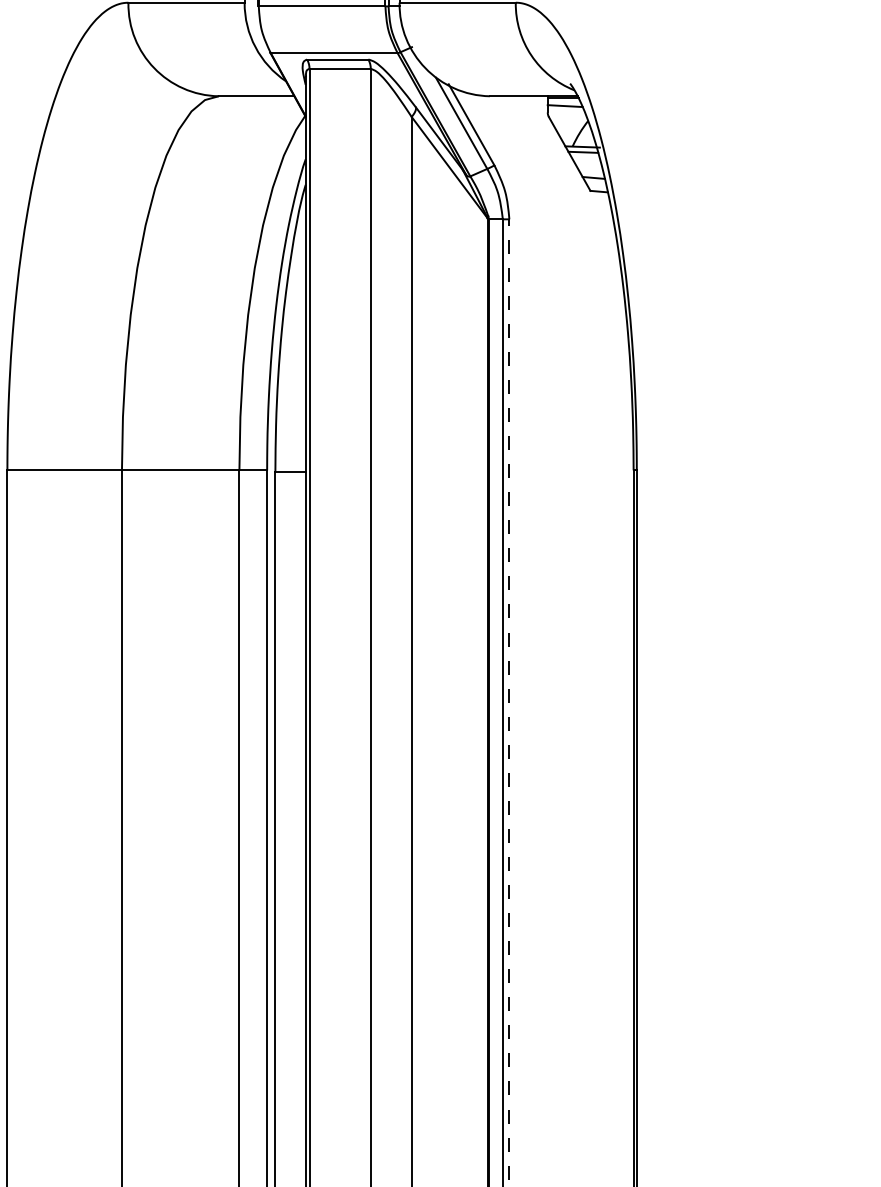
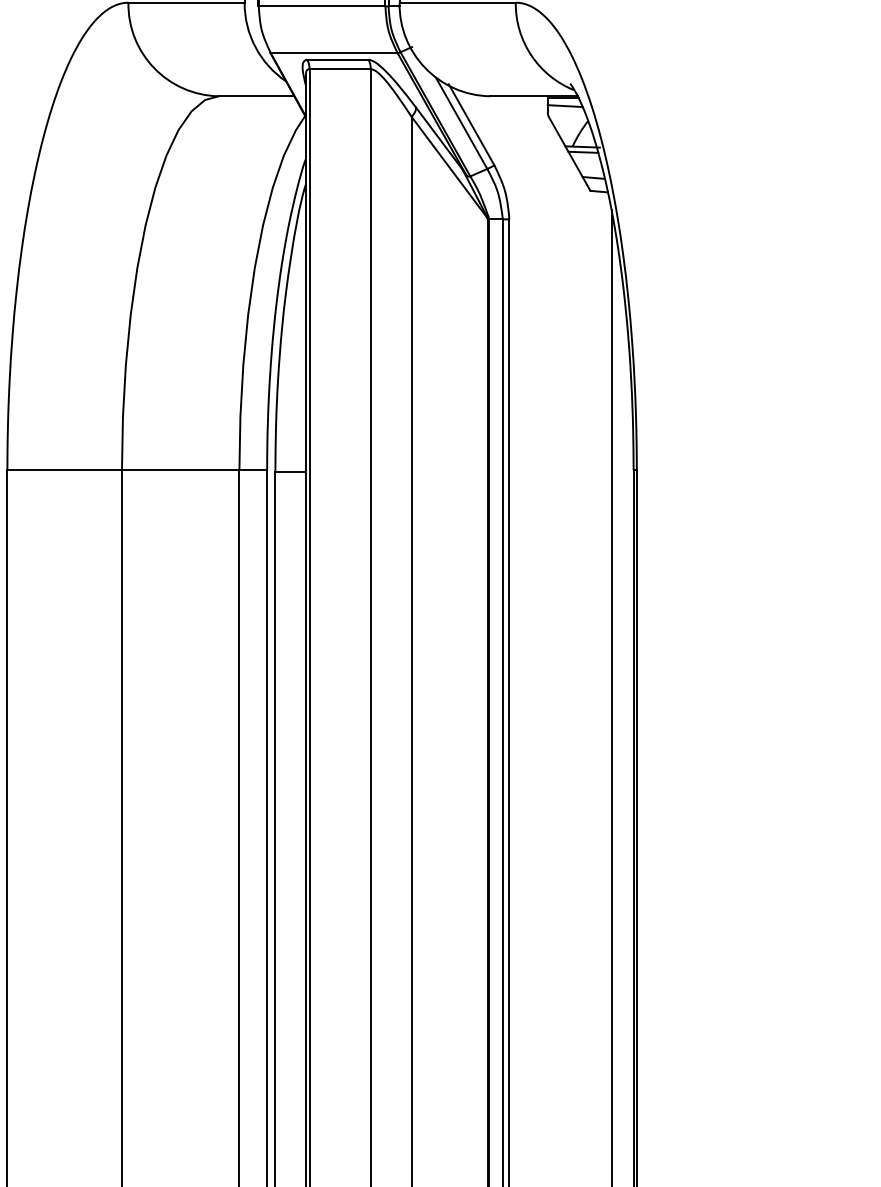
line at (611, 696): none -> present
line at (509, 702): dashed -> solid
